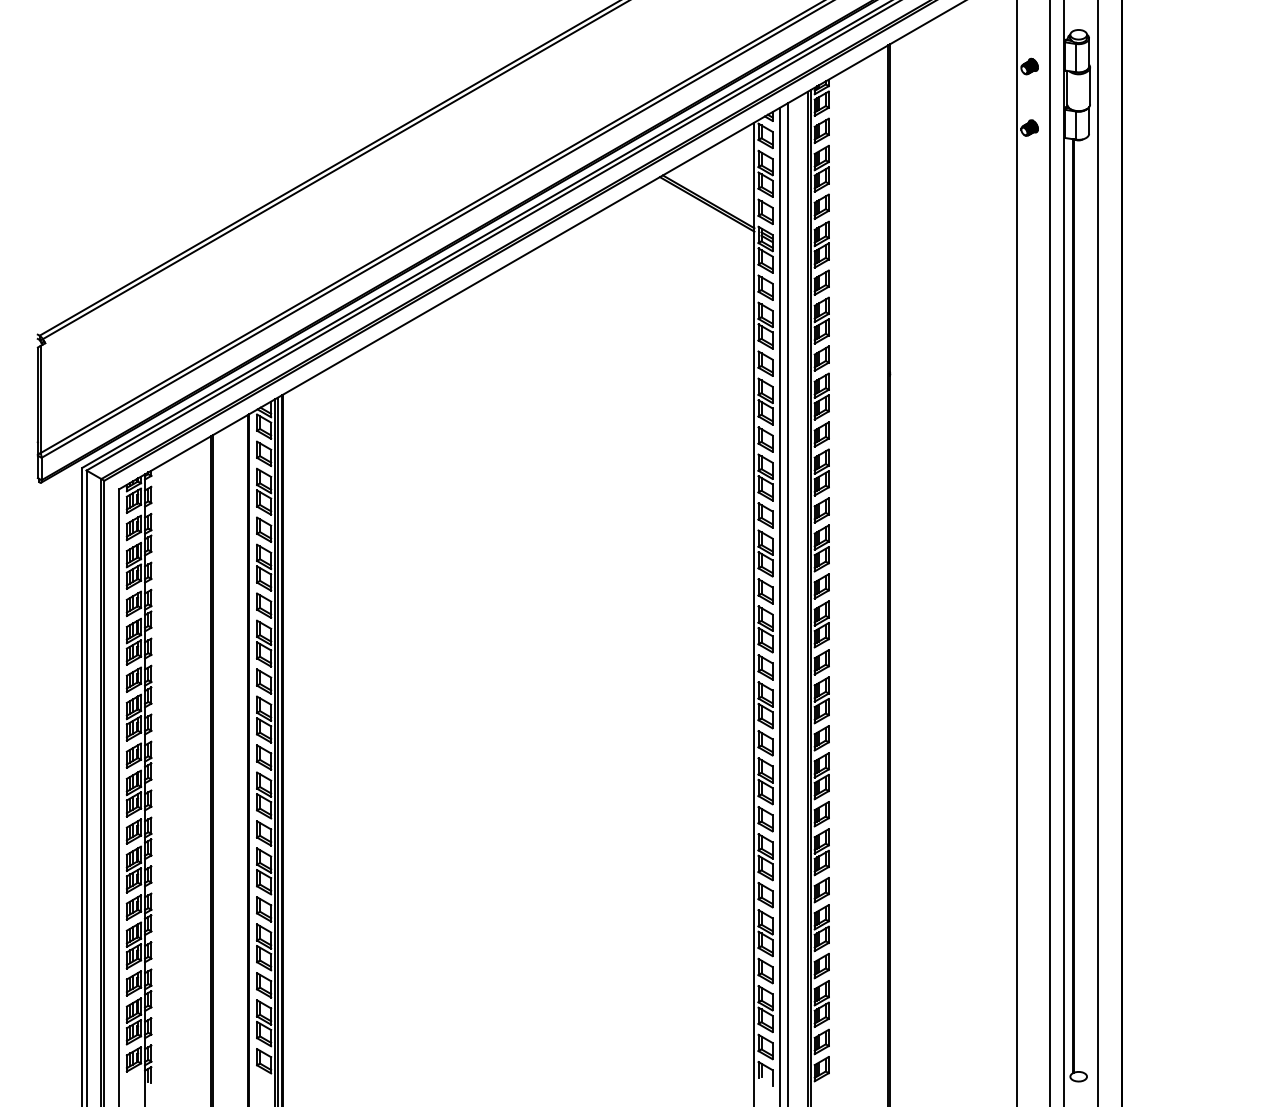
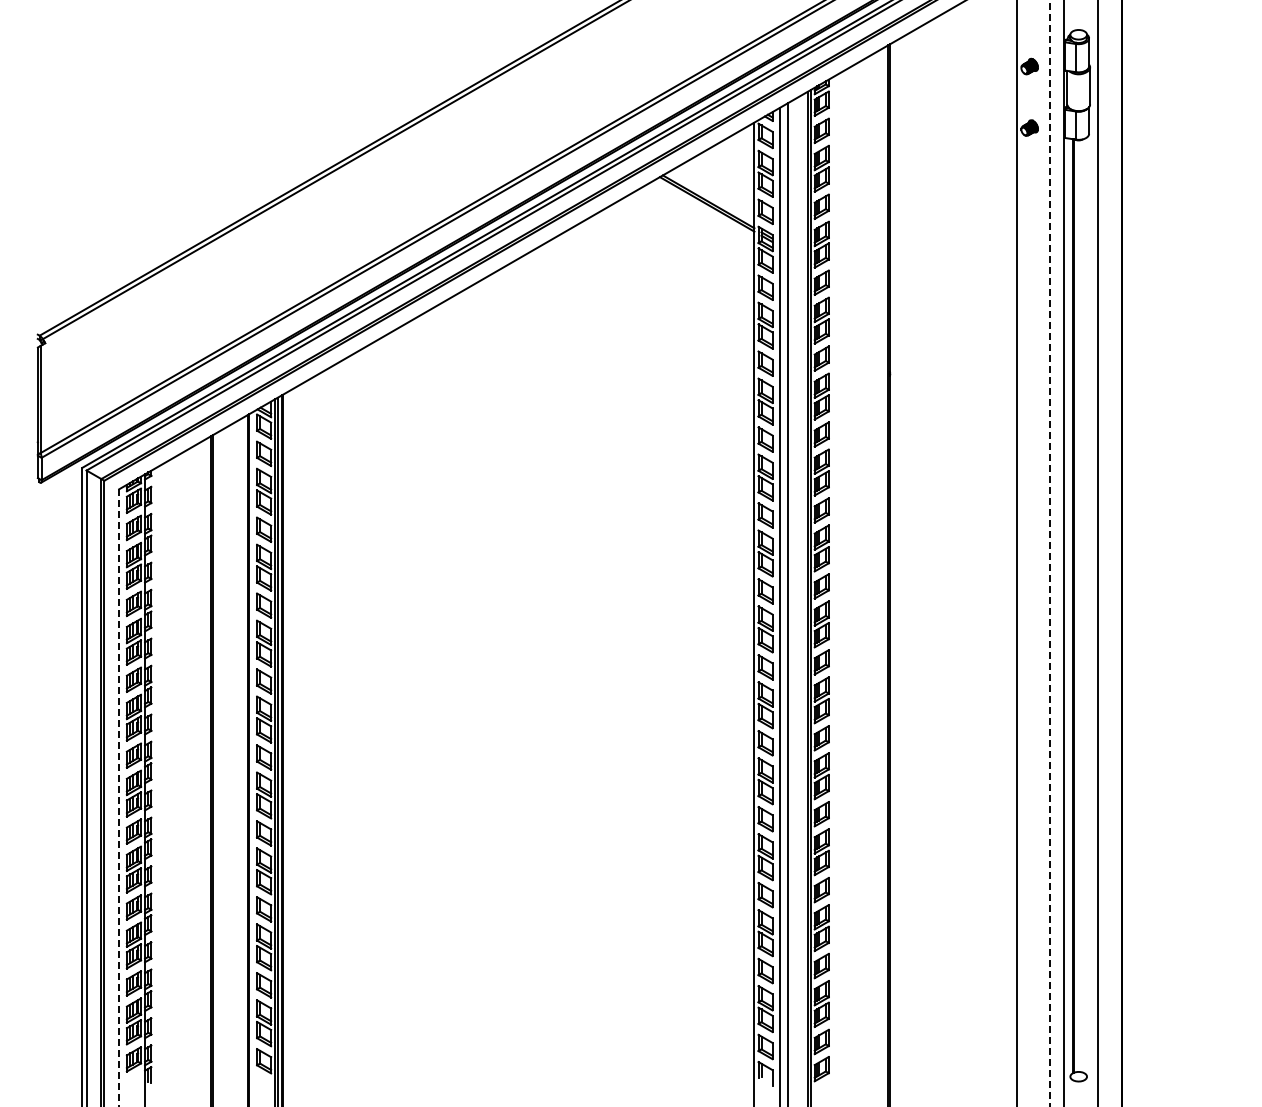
line at (1049, 553): solid -> dashed
line at (119, 798): solid -> dashed
